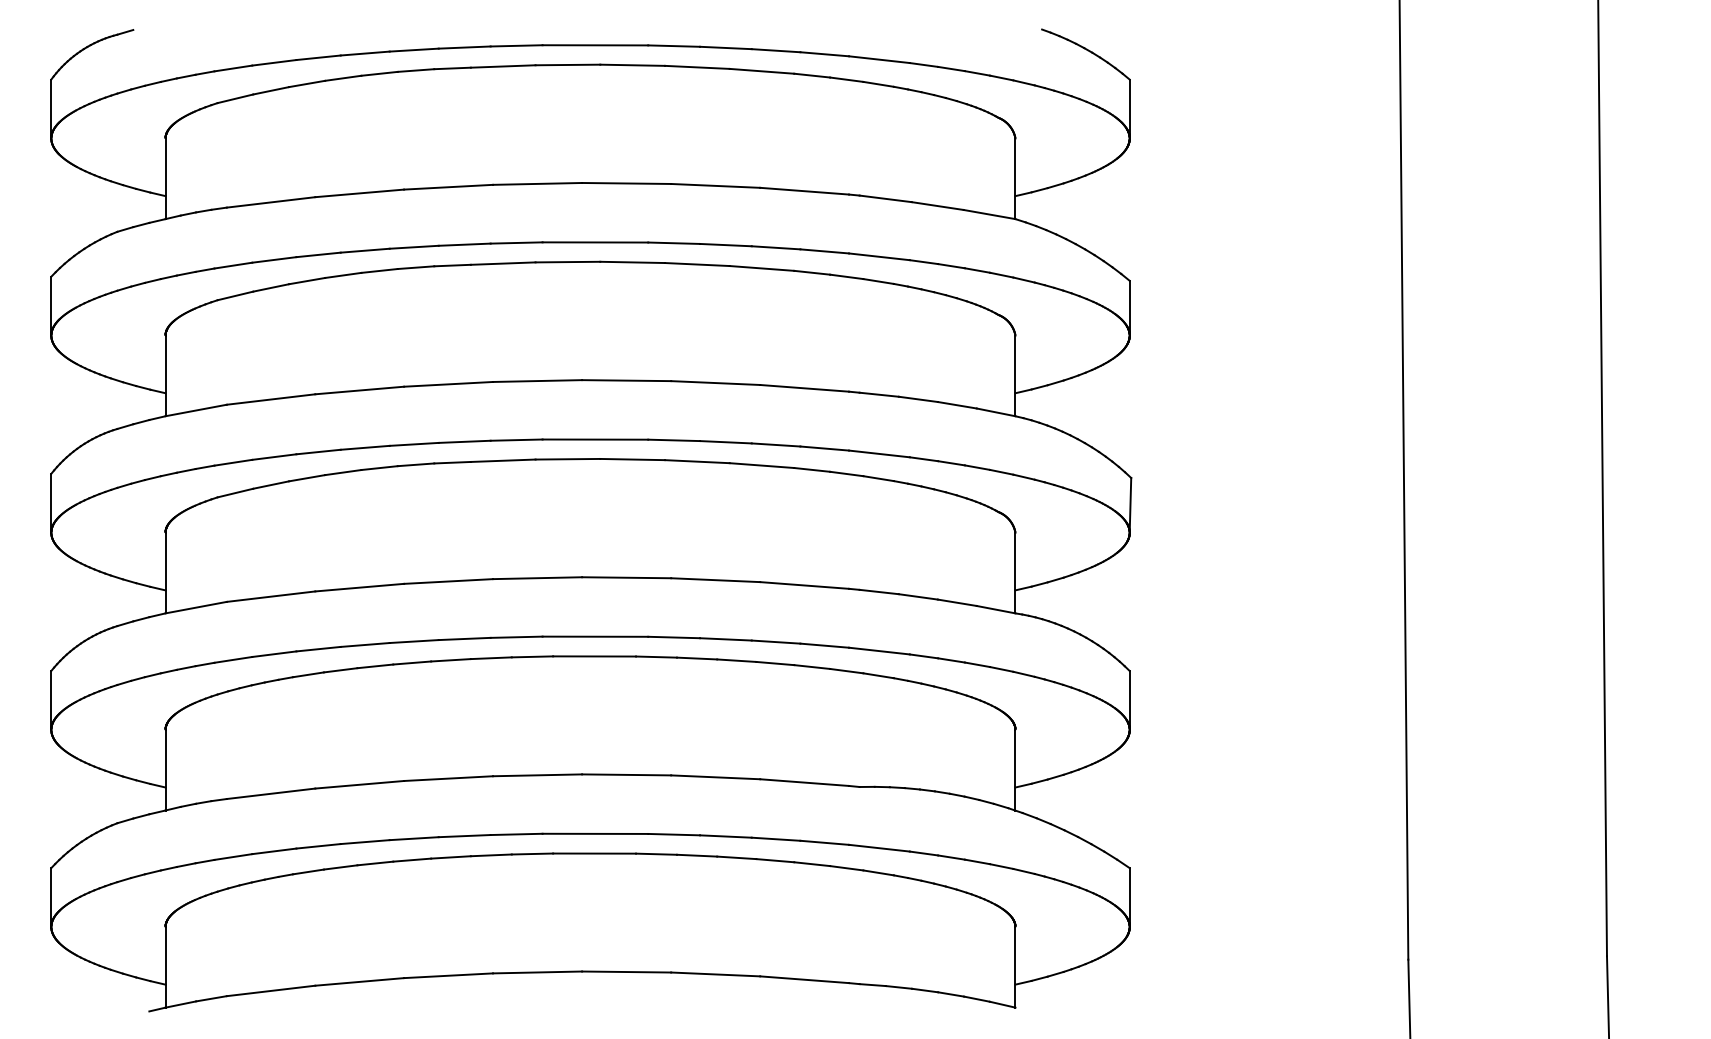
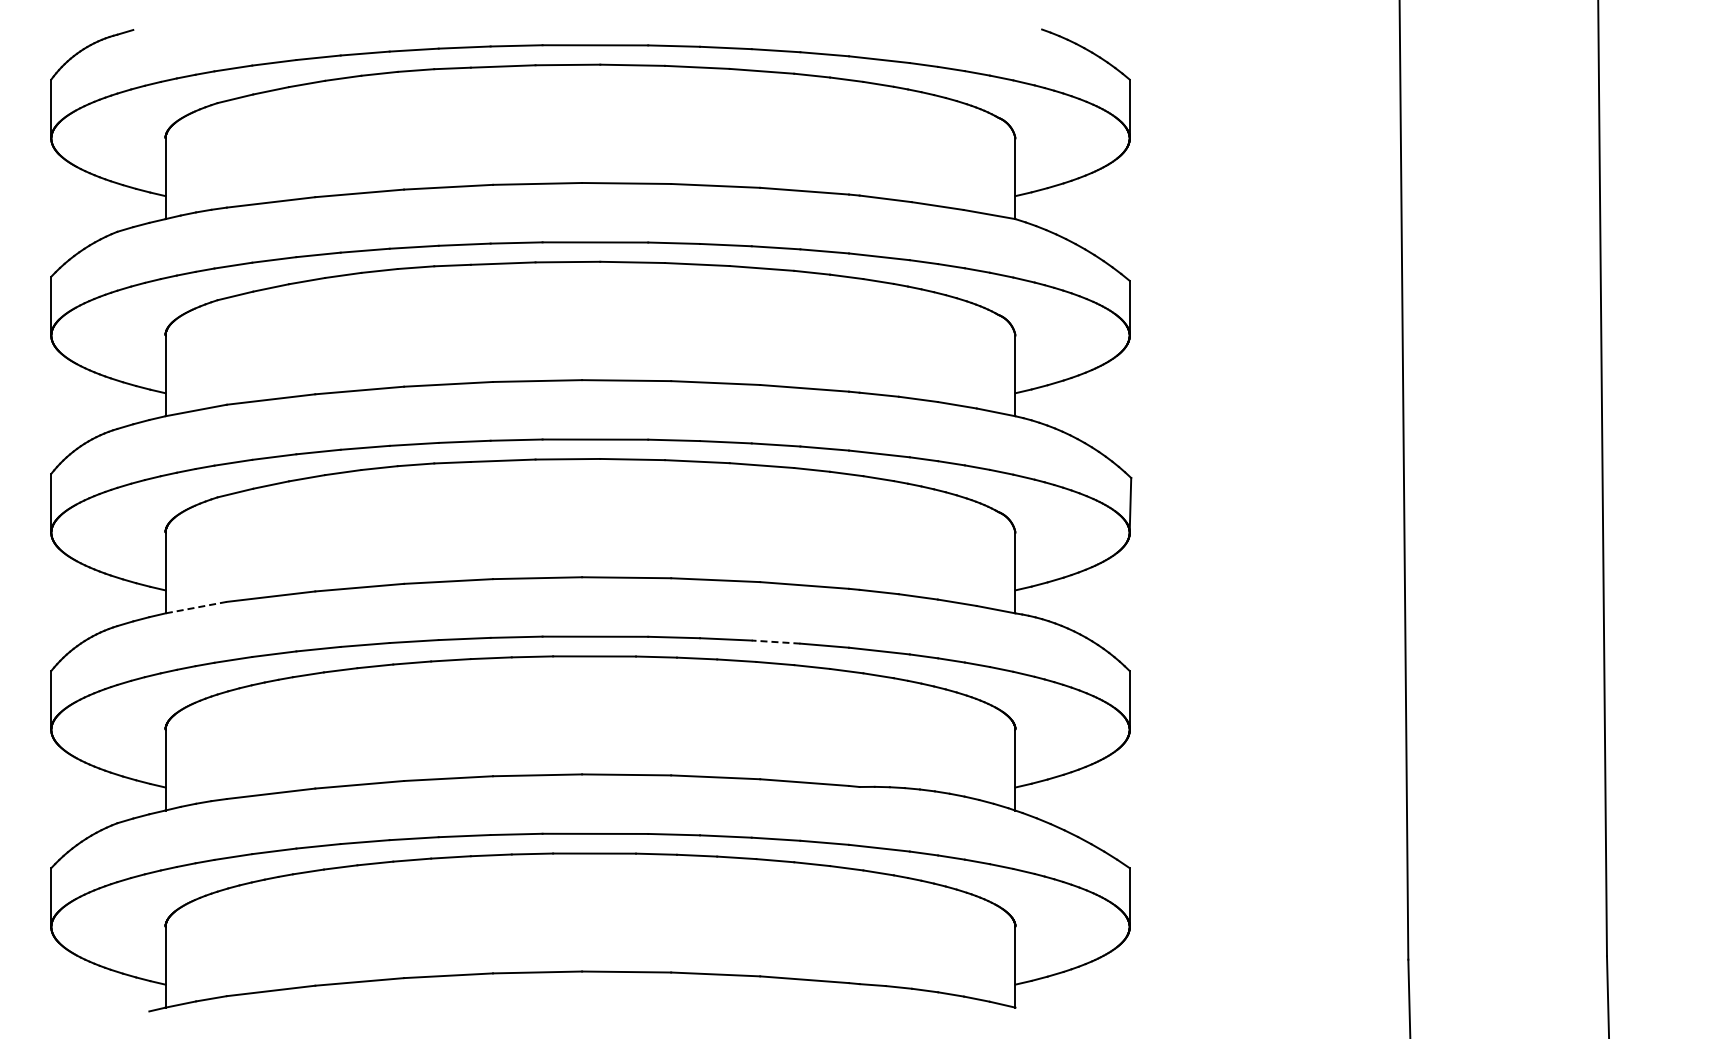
line at (195, 607): solid -> dashed
line at (775, 642): solid -> dashed
